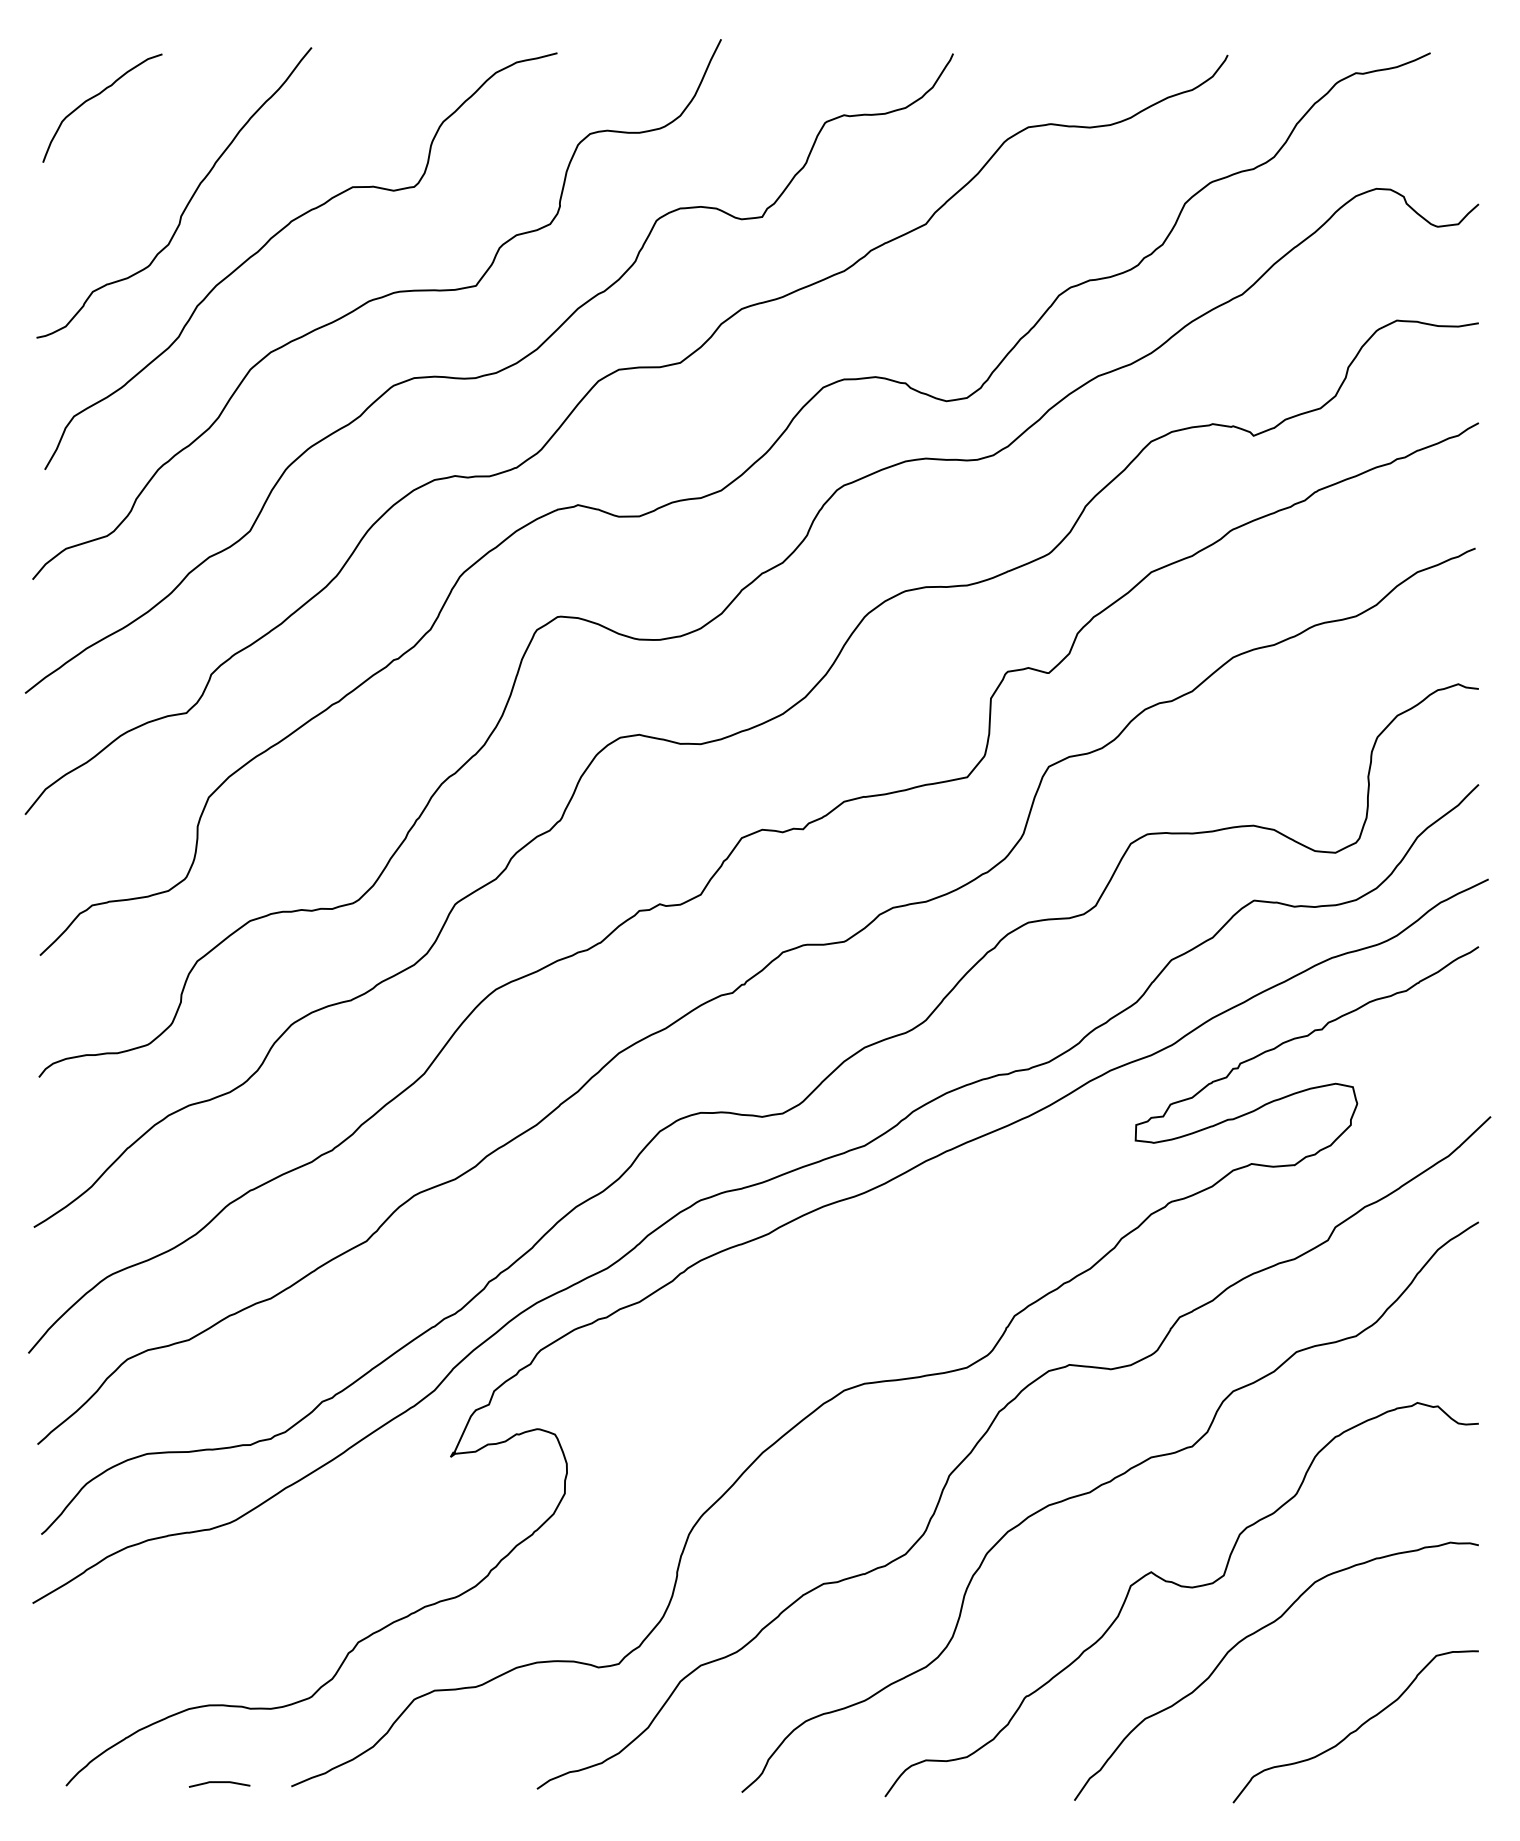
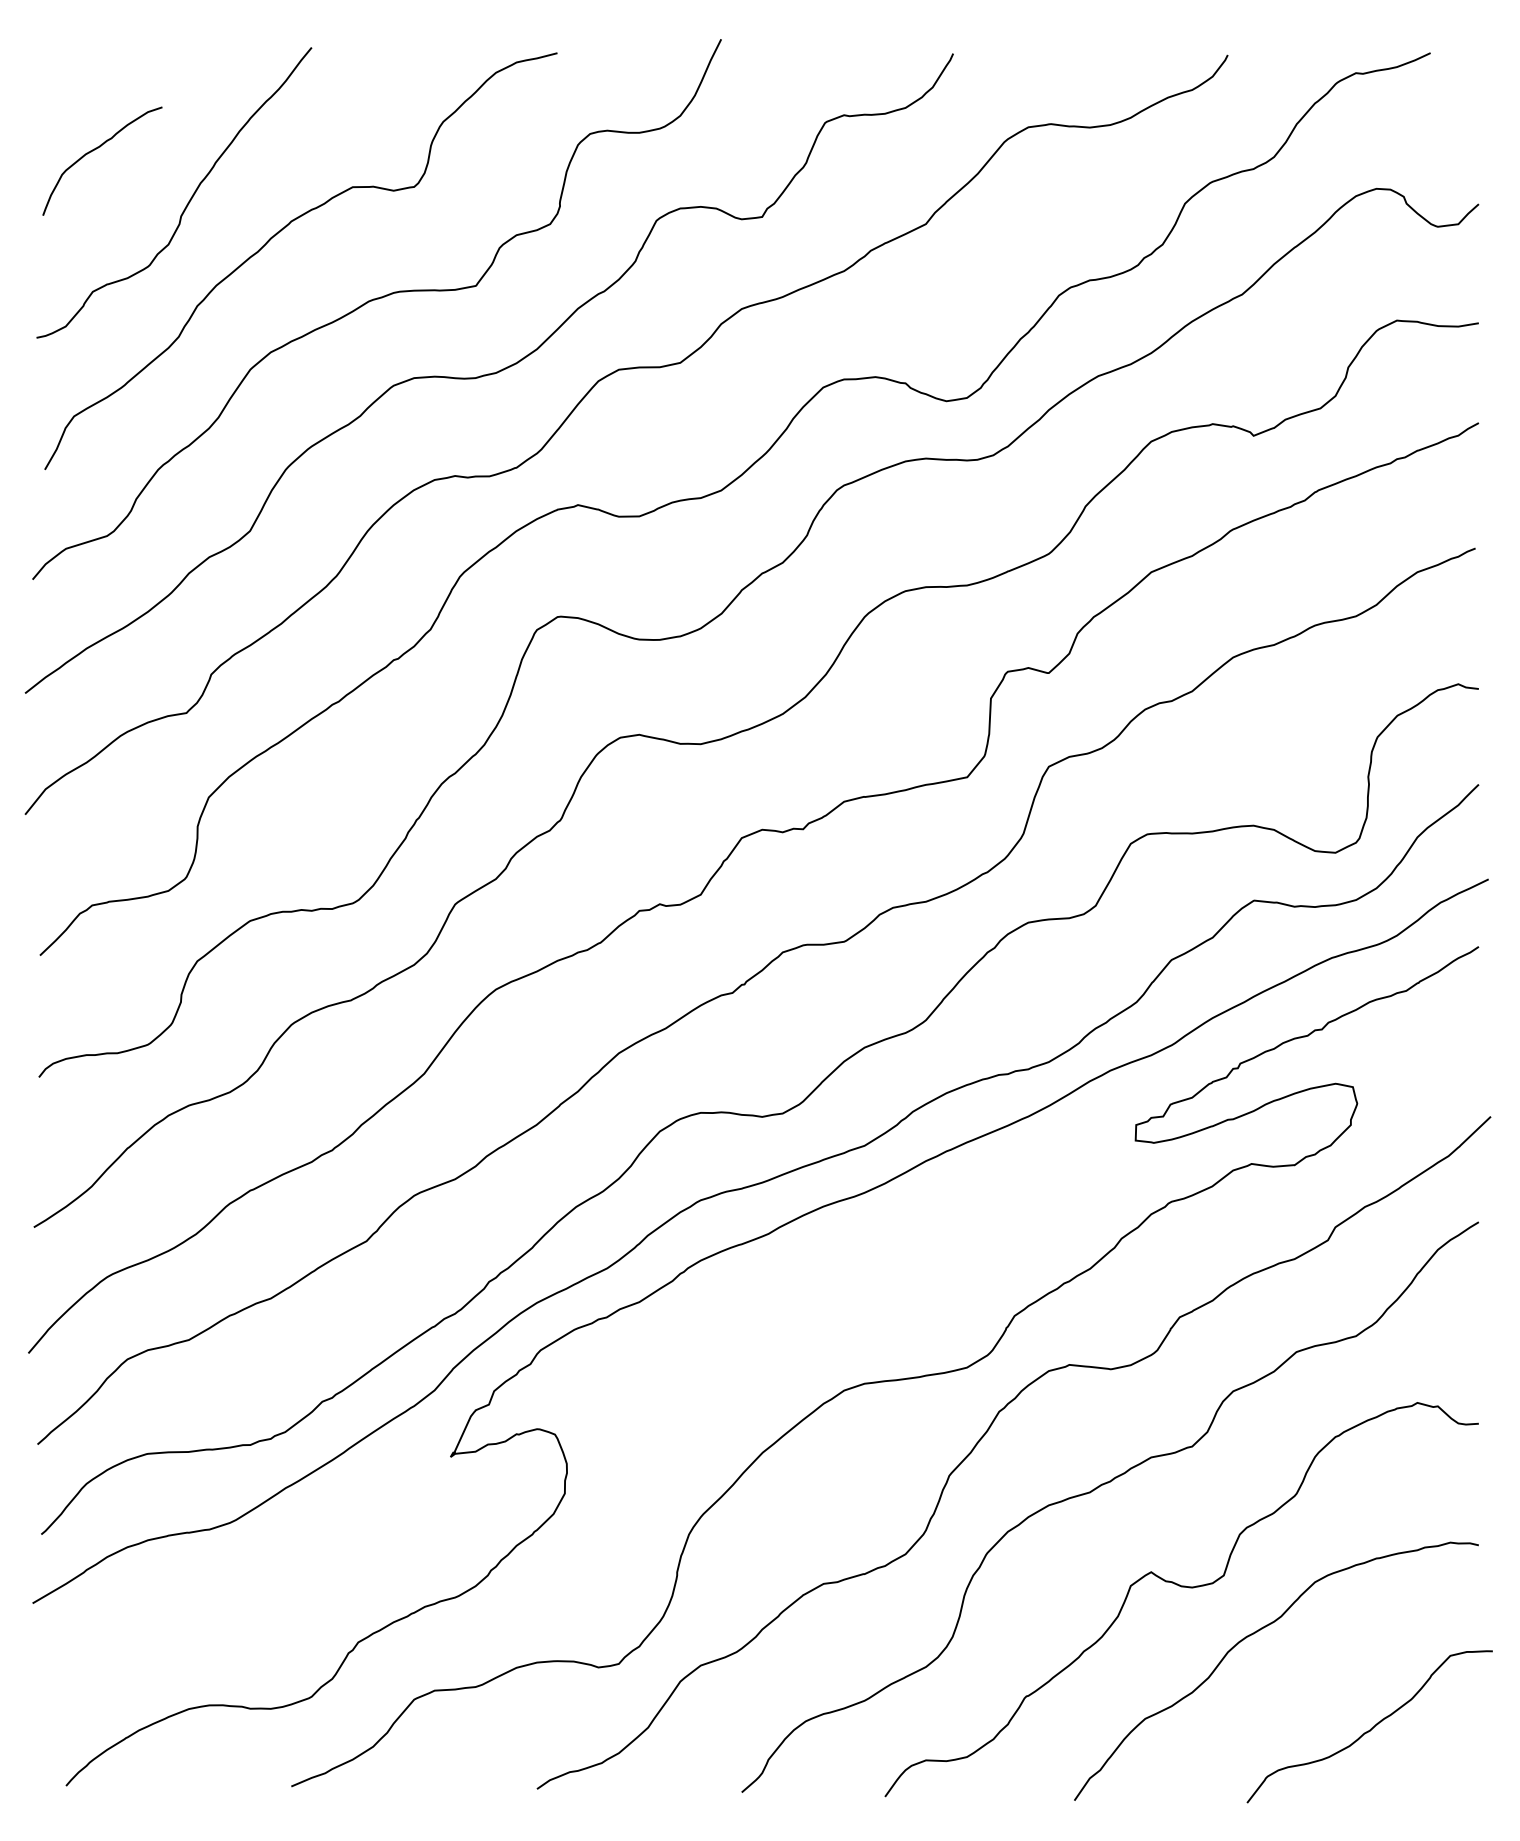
curve at (96, 96) position: (96, 96) -> (96, 149)
curve at (1357, 1727) position: (1357, 1727) -> (1371, 1727)
line at (219, 1783): present -> none
